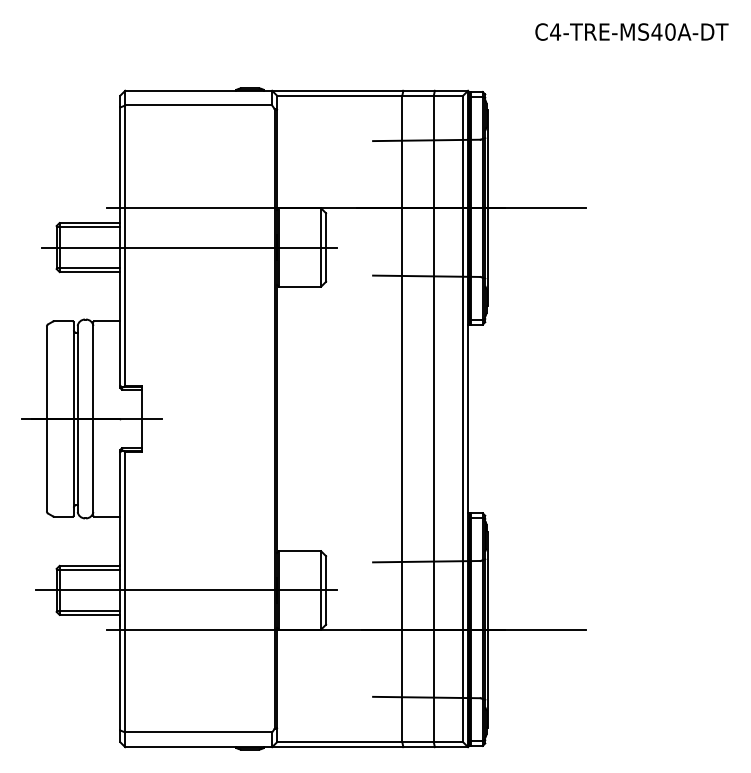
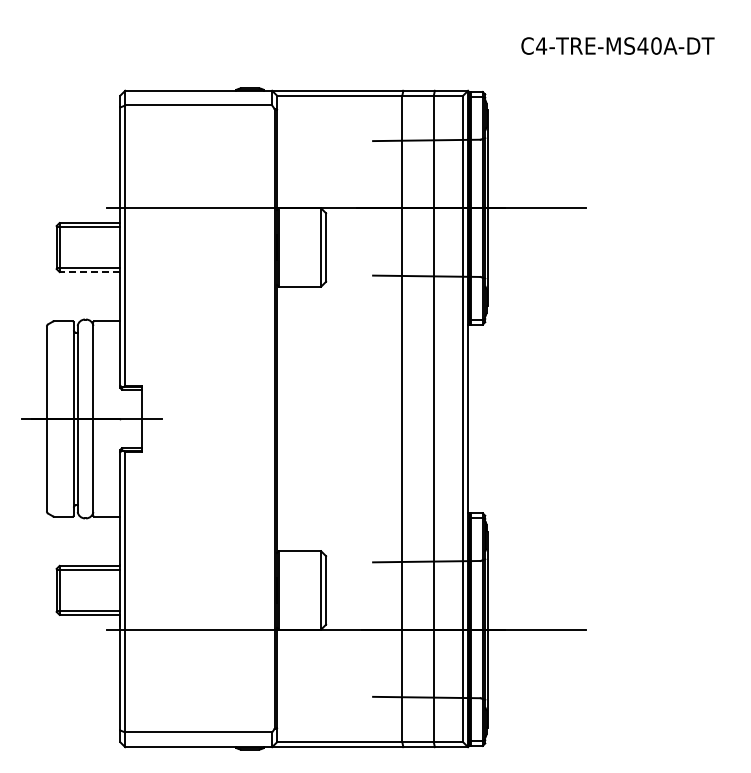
text at (631, 31) position: (631, 31) -> (617, 45)
line at (188, 247): present -> none
line at (89, 272): solid -> dashed
line at (186, 590): present -> none
